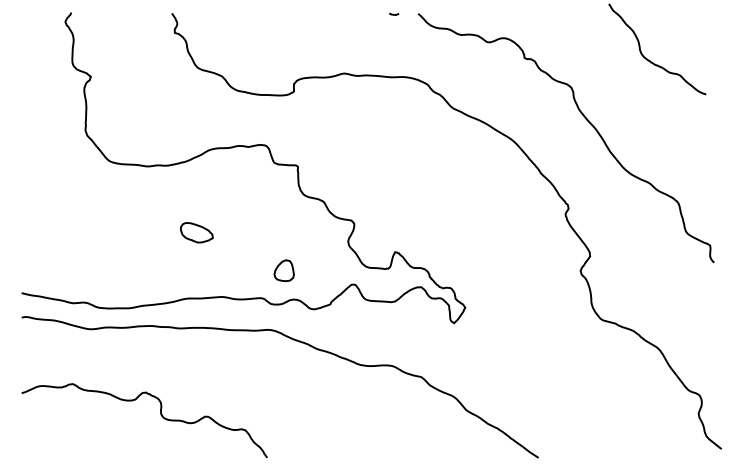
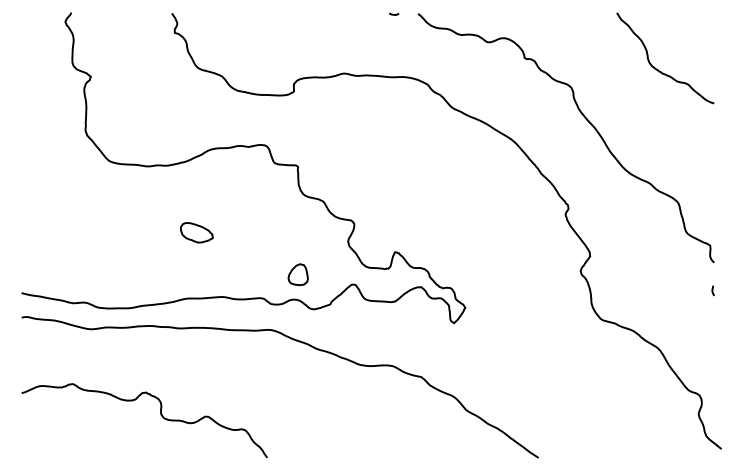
curve at (650, 60) position: (650, 60) -> (658, 69)
part at (283, 270) position: (283, 270) -> (297, 274)
curve at (712, 290): none -> present
